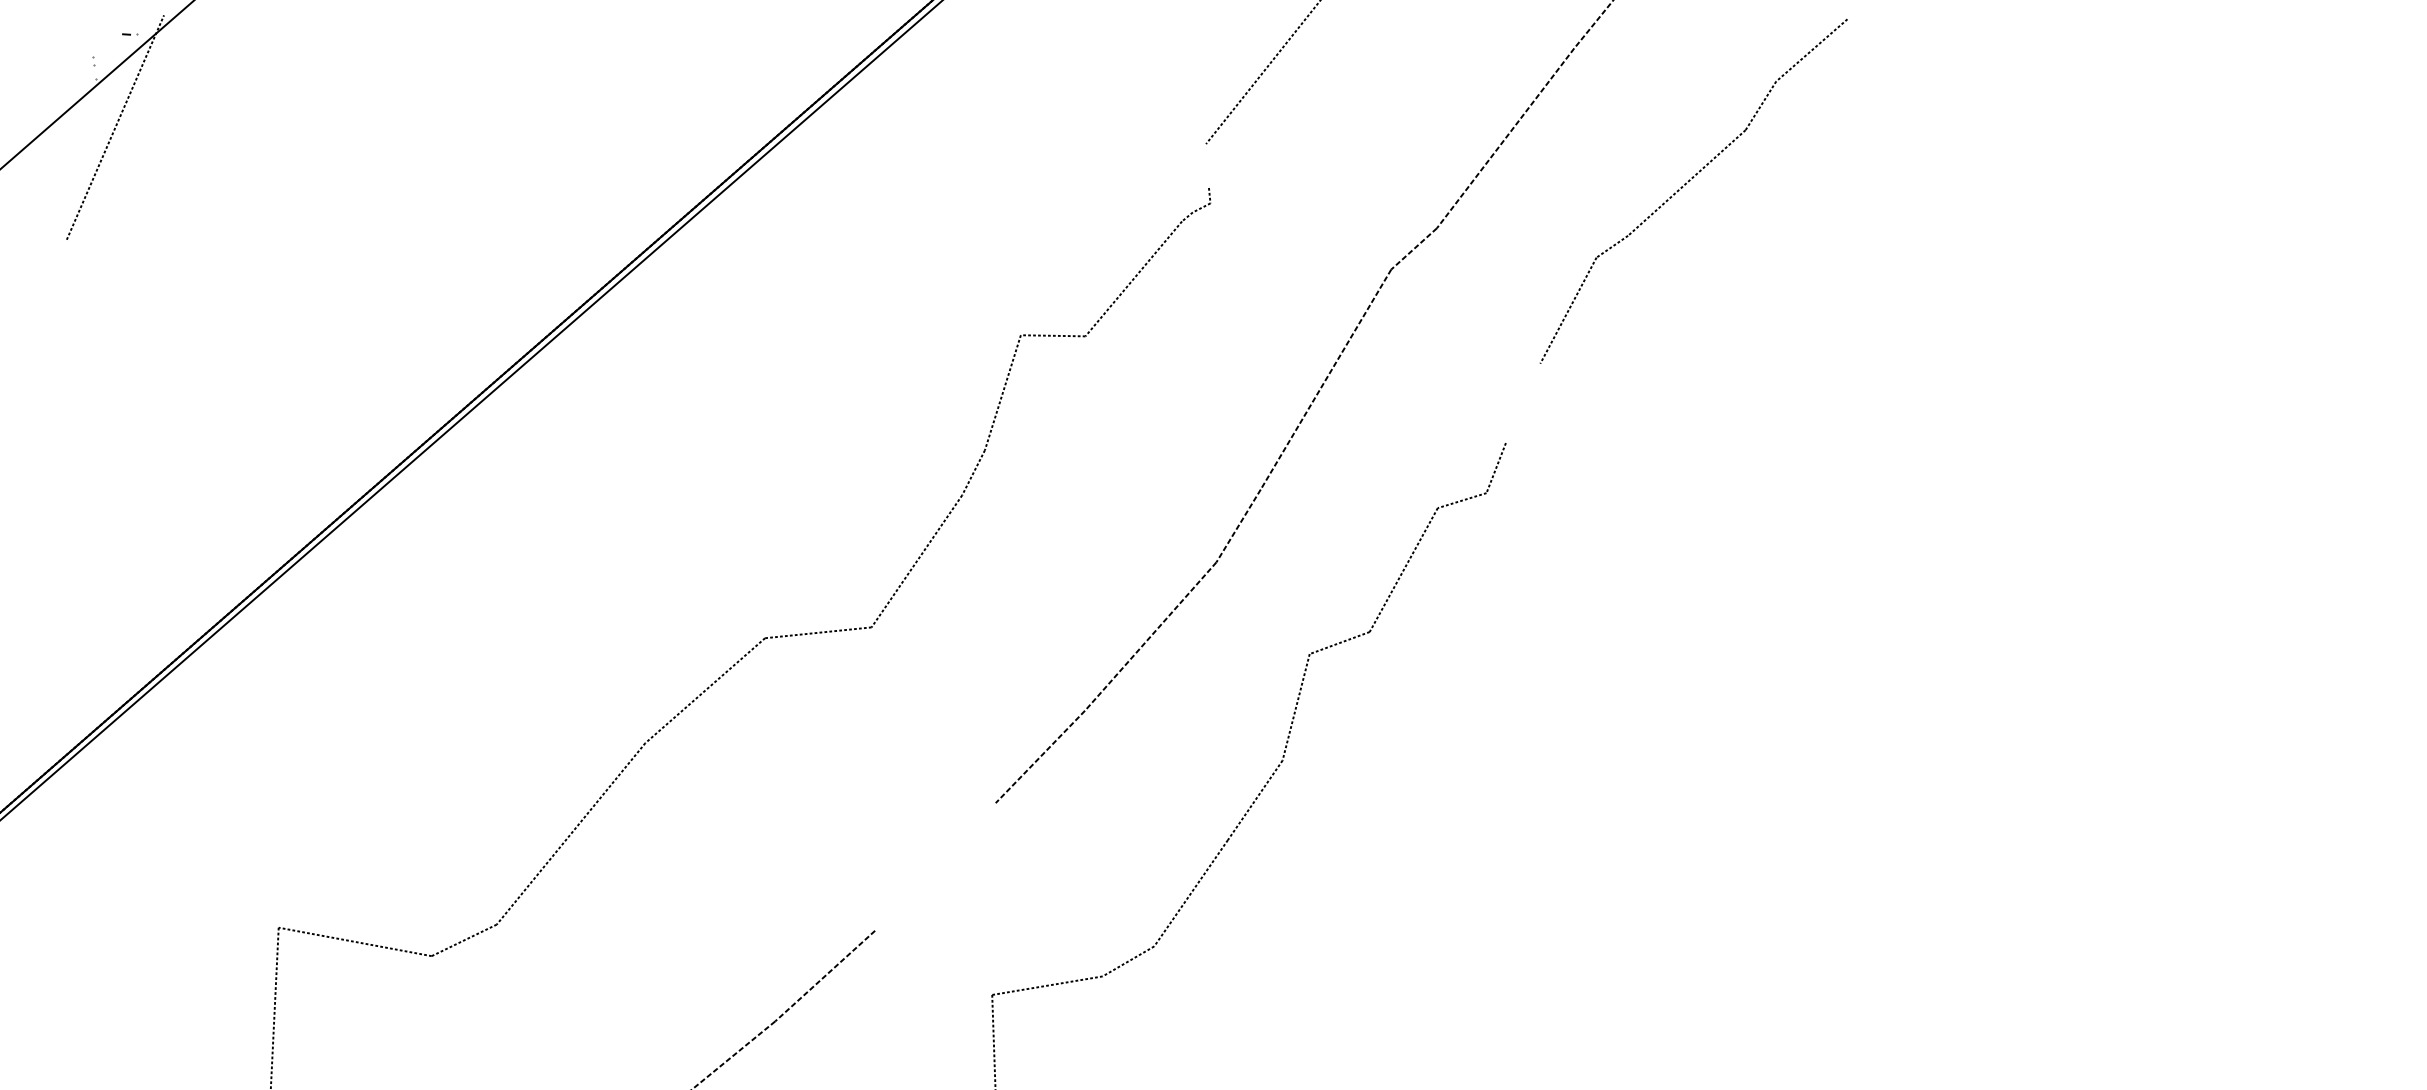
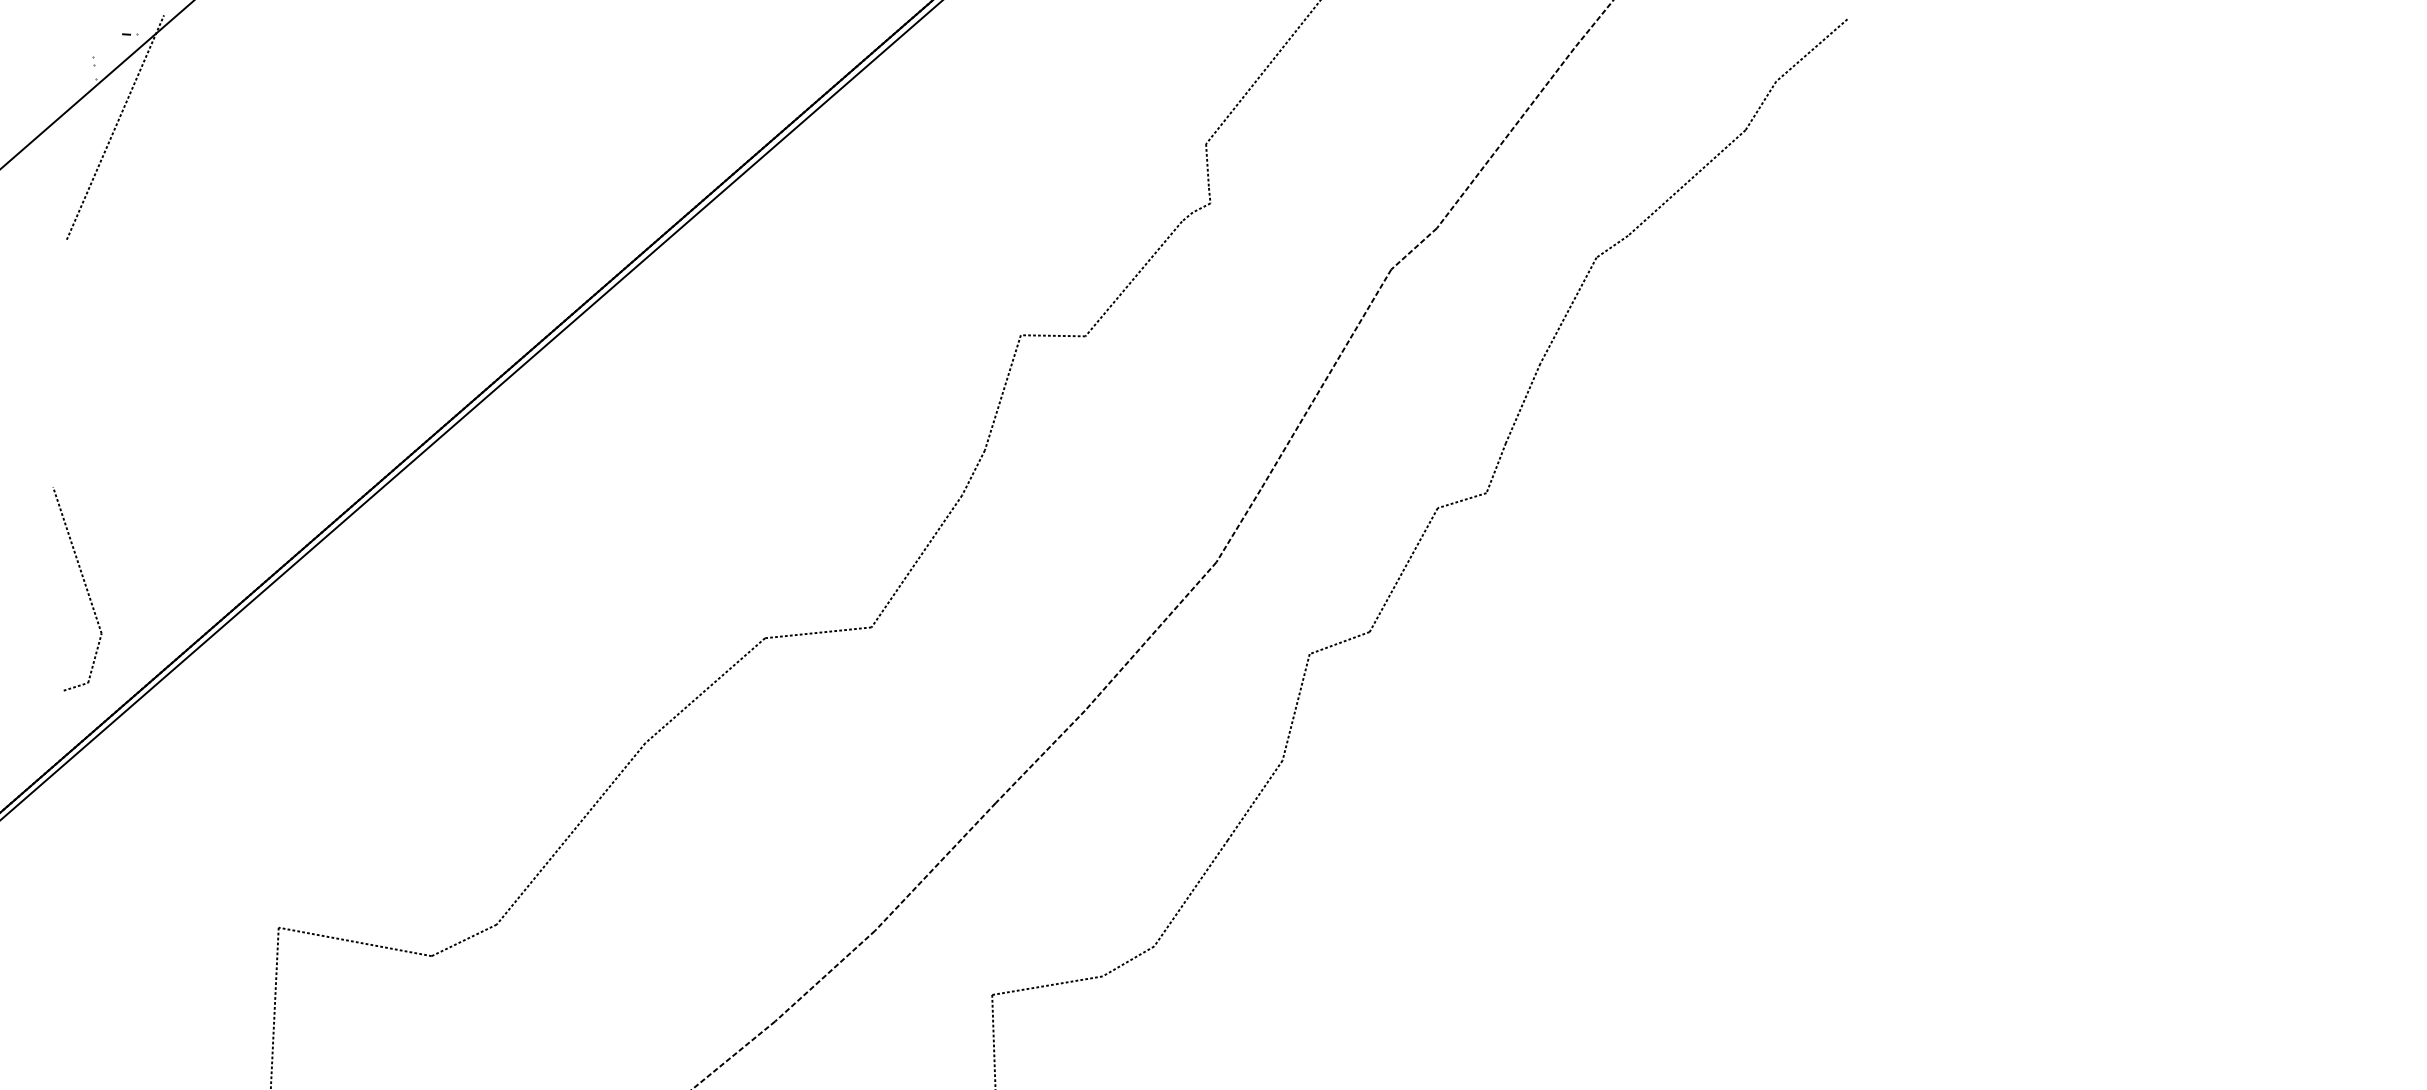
line at (1207, 165): none -> present
line at (1522, 403): none -> present
part at (84, 585): none -> present
line at (935, 866): none -> present
